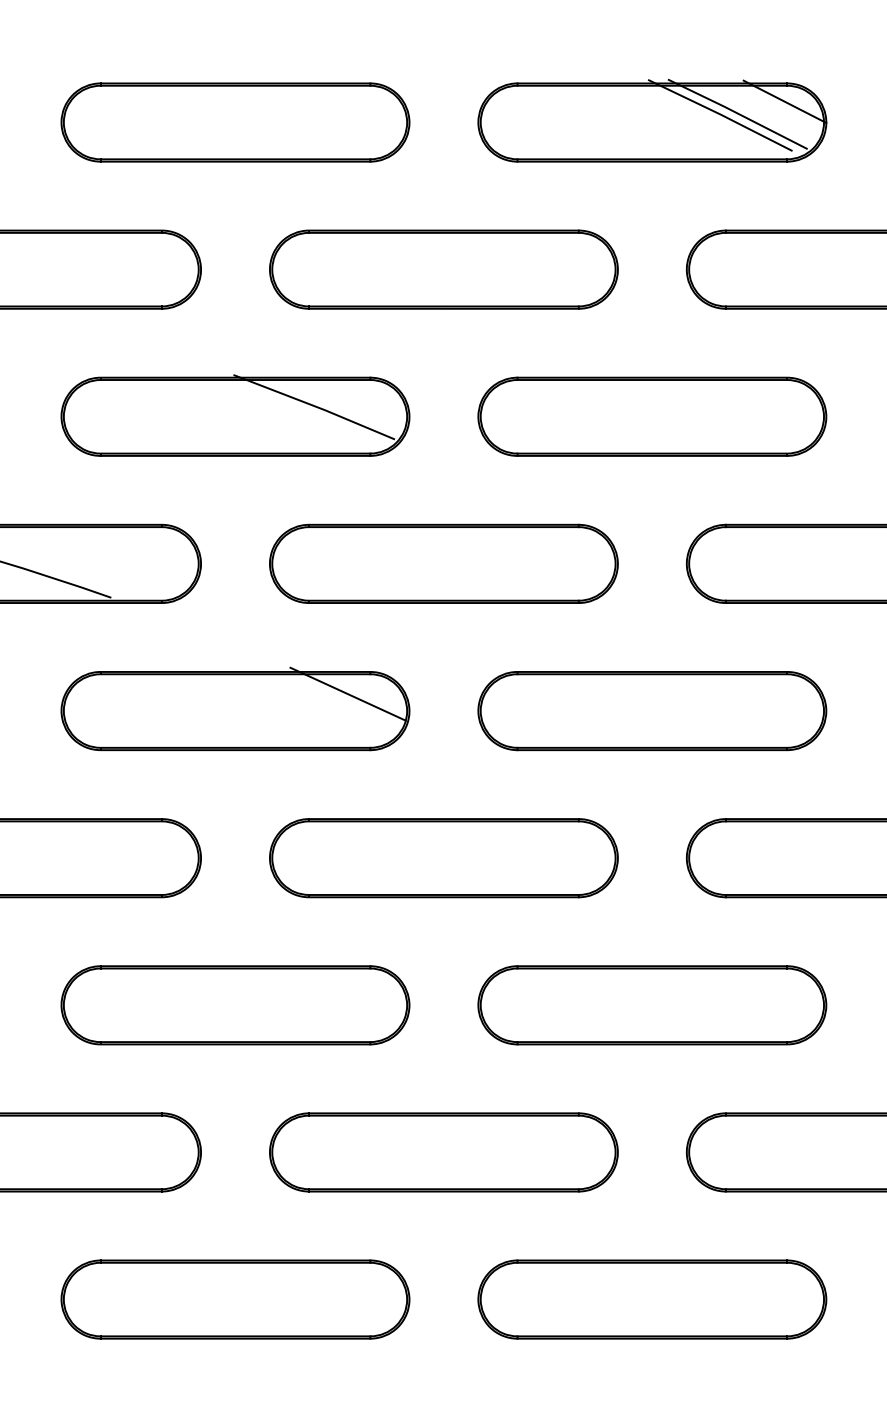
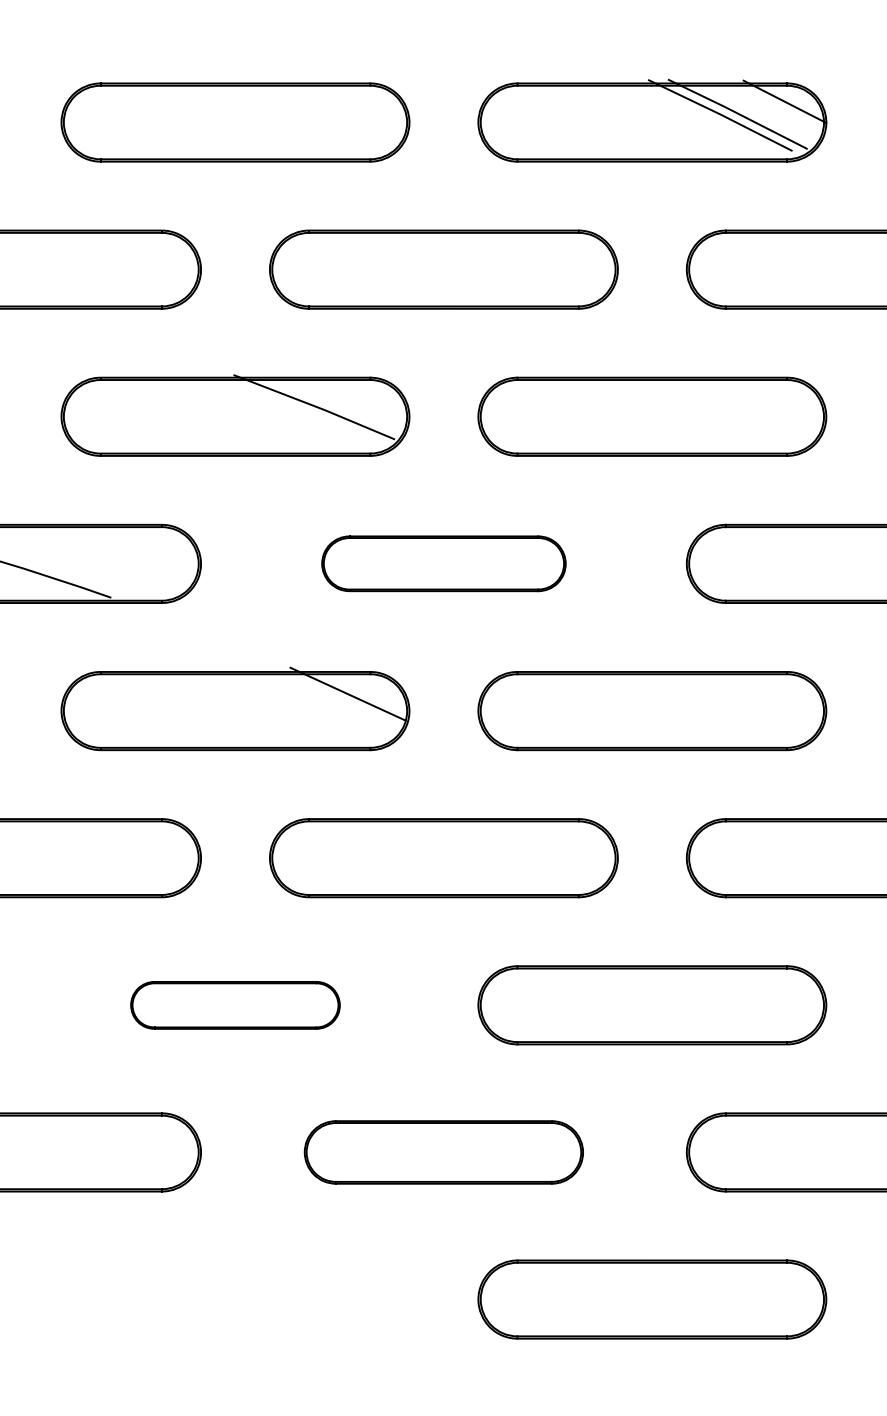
part at (443, 563) size: 350x81 px -> 246x58 px
part at (235, 1005) size: 351x81 px -> 211x49 px
part at (443, 1152) size: 350x81 px -> 281x65 px
part at (235, 1299): present -> none
